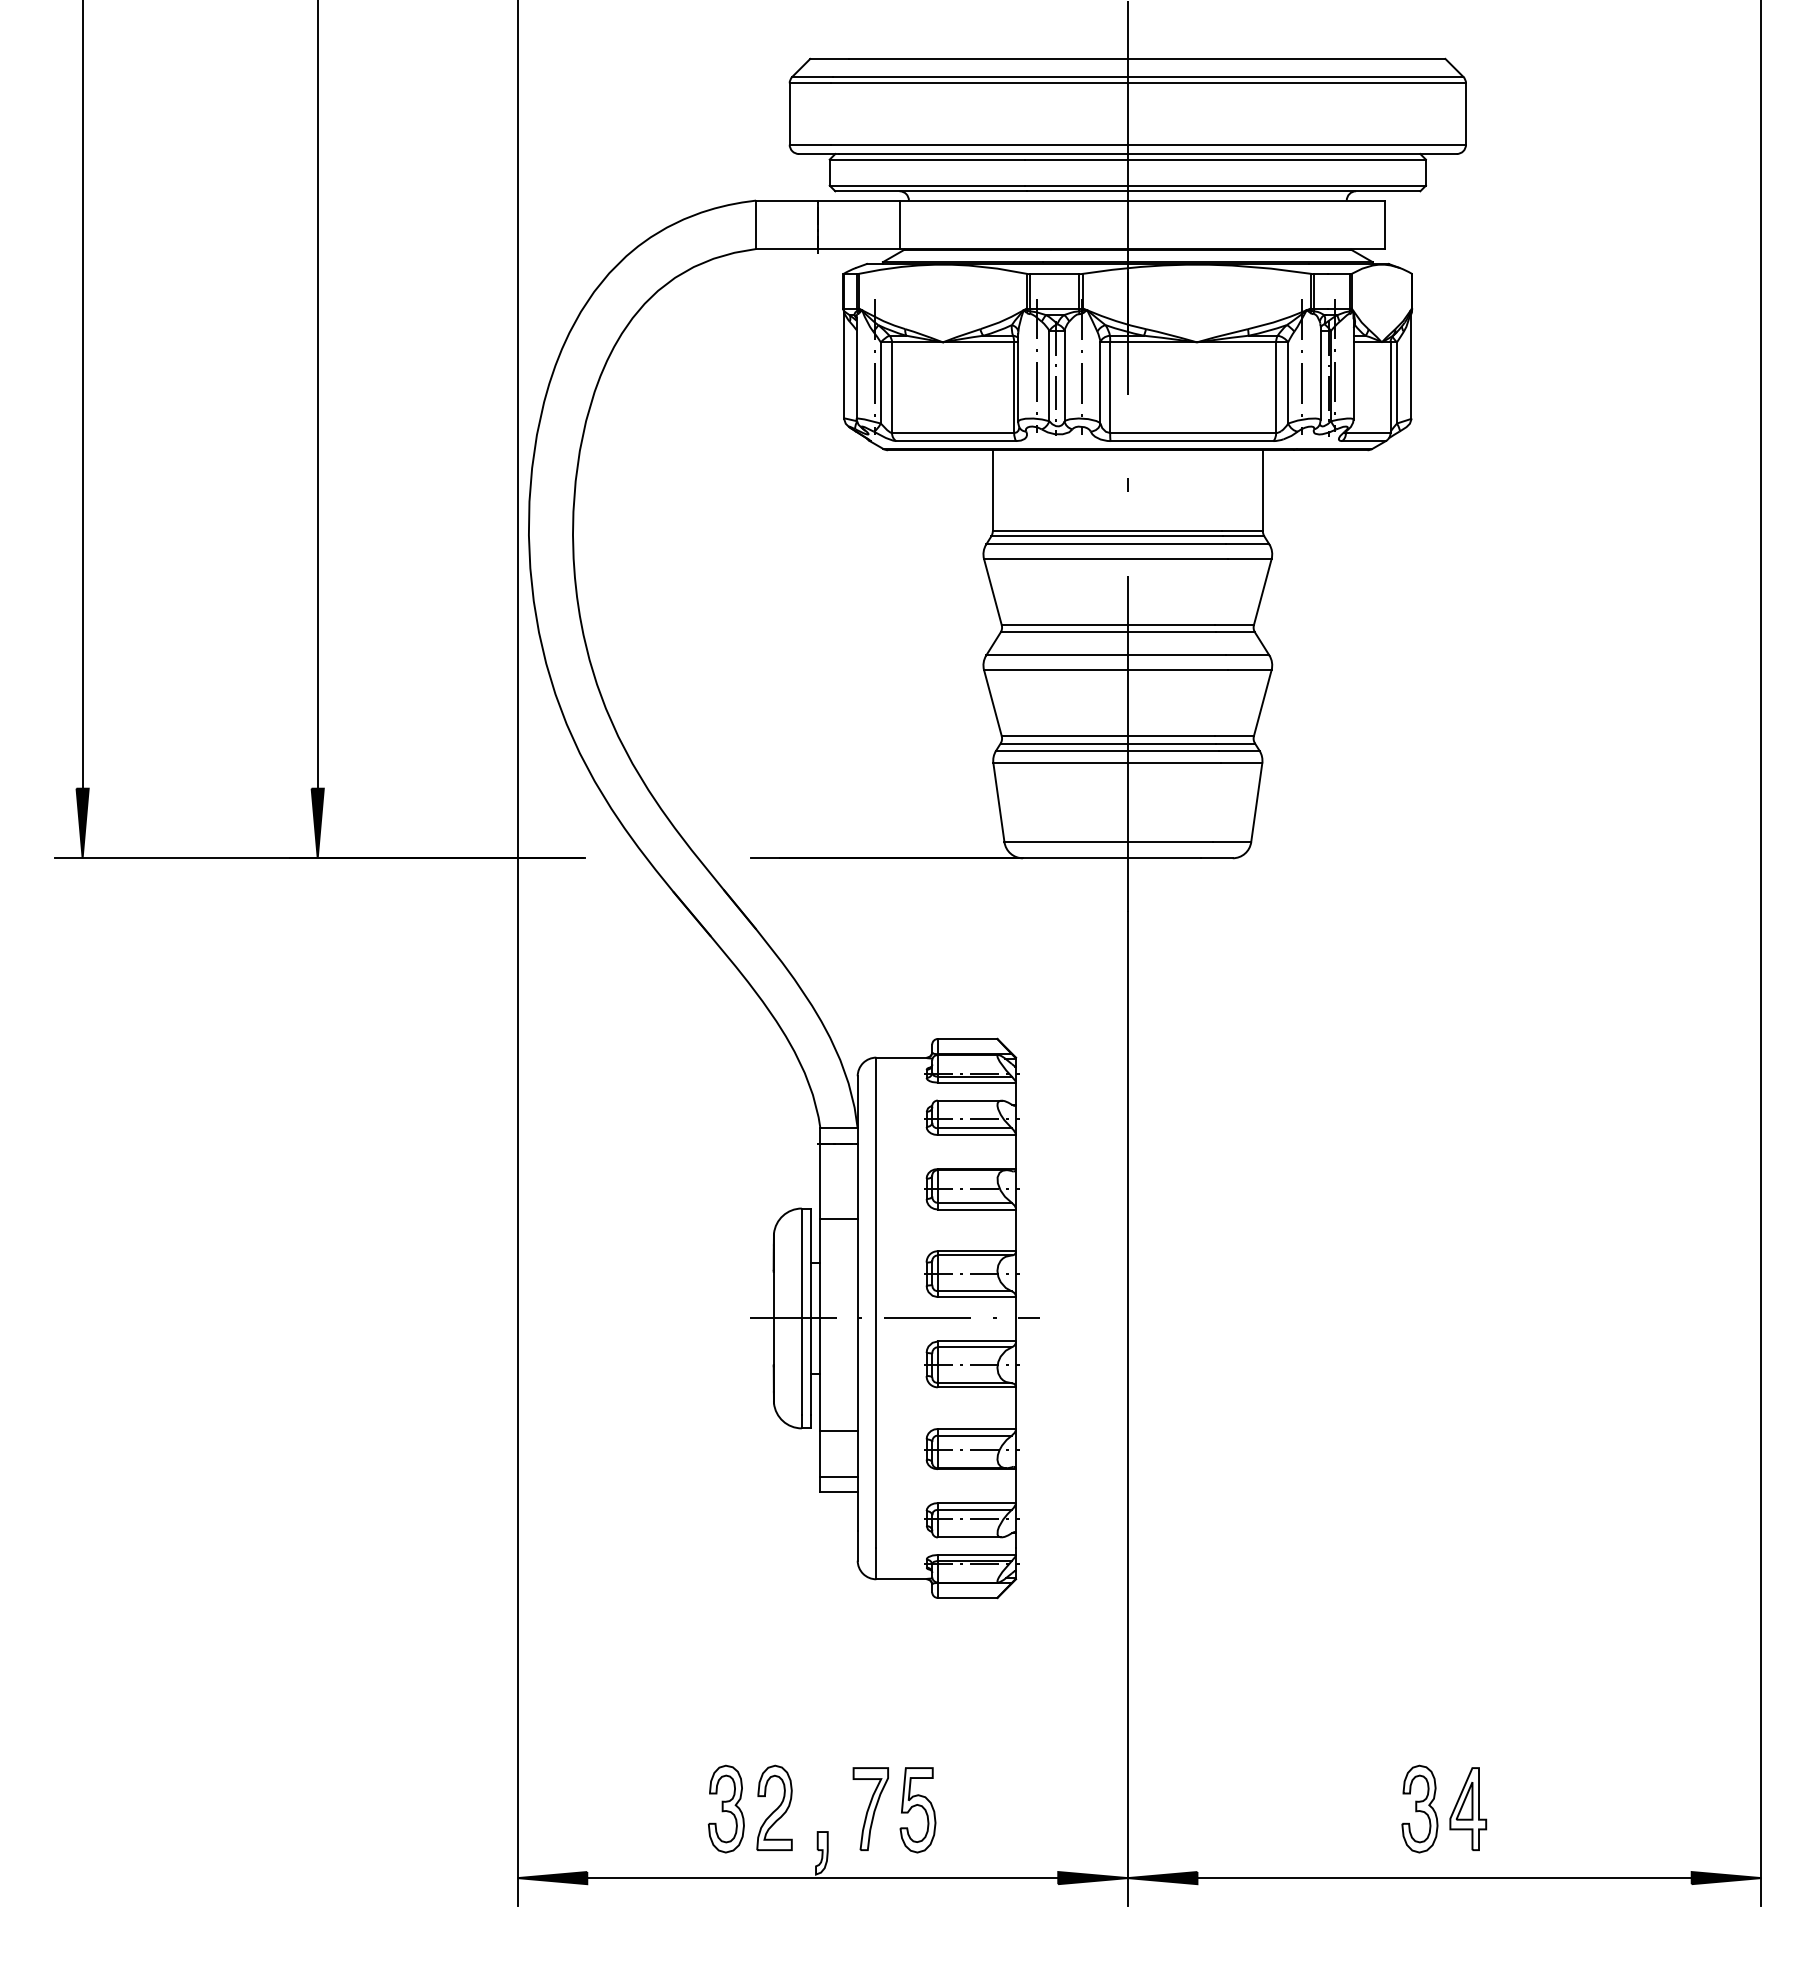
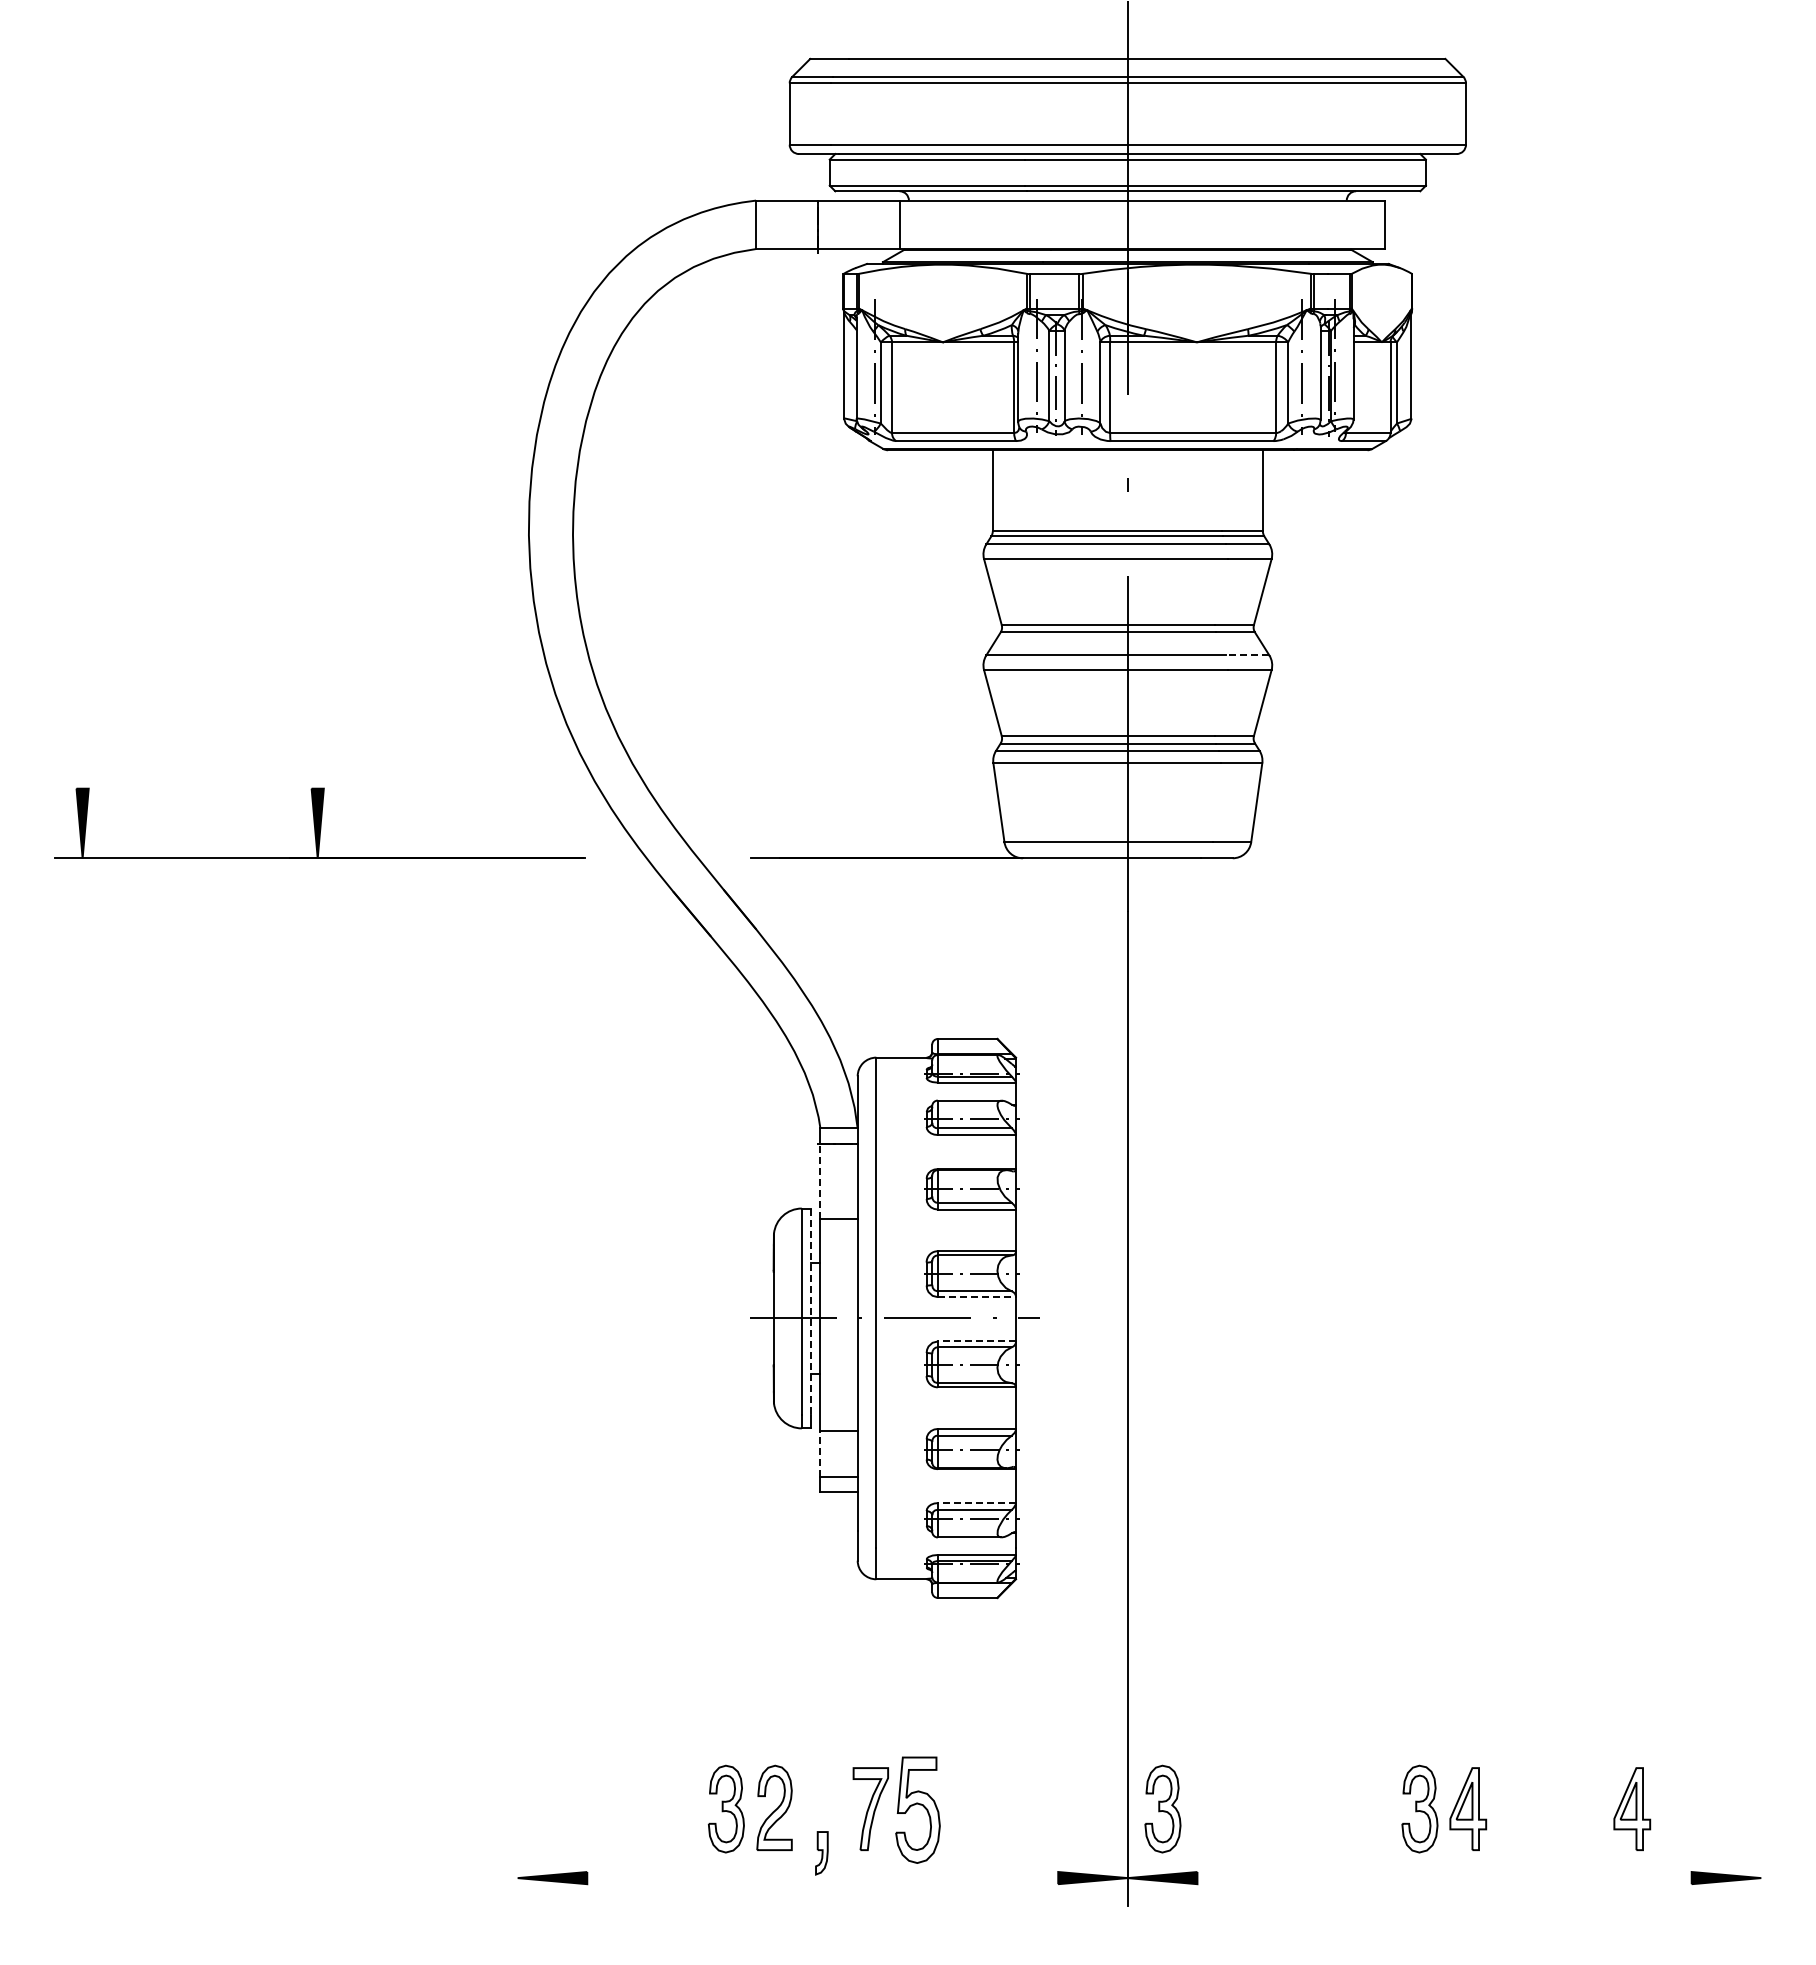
line at (82, 395): present -> none
line at (317, 395): present -> none
line at (1247, 655): solid -> dashed
line at (517, 954): present -> none
line at (1761, 954): present -> none
line at (820, 1181): solid -> dashed
line at (977, 1297): solid -> dashed
line at (811, 1312): solid -> dashed
line at (976, 1341): solid -> dashed
line at (820, 1453): solid -> dashed
line at (976, 1503): solid -> dashed
part at (1162, 1808): none -> present
part at (1632, 1808): none -> present
part at (917, 1810) size: 38x87 px -> 46x108 px
line at (822, 1878): present -> none
line at (1444, 1878): present -> none
